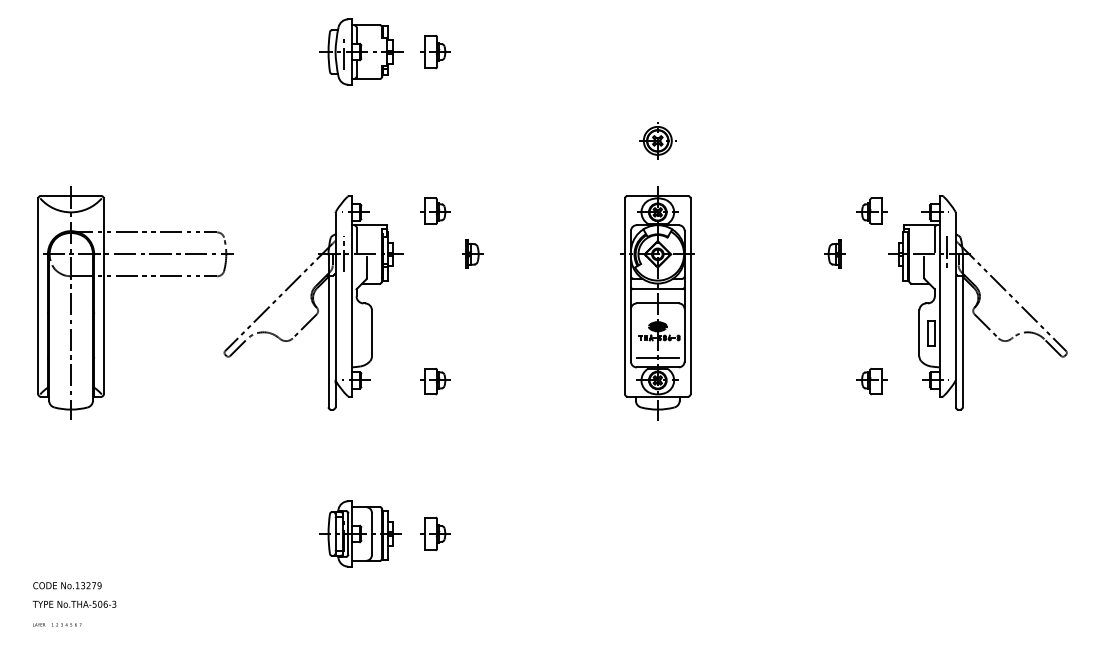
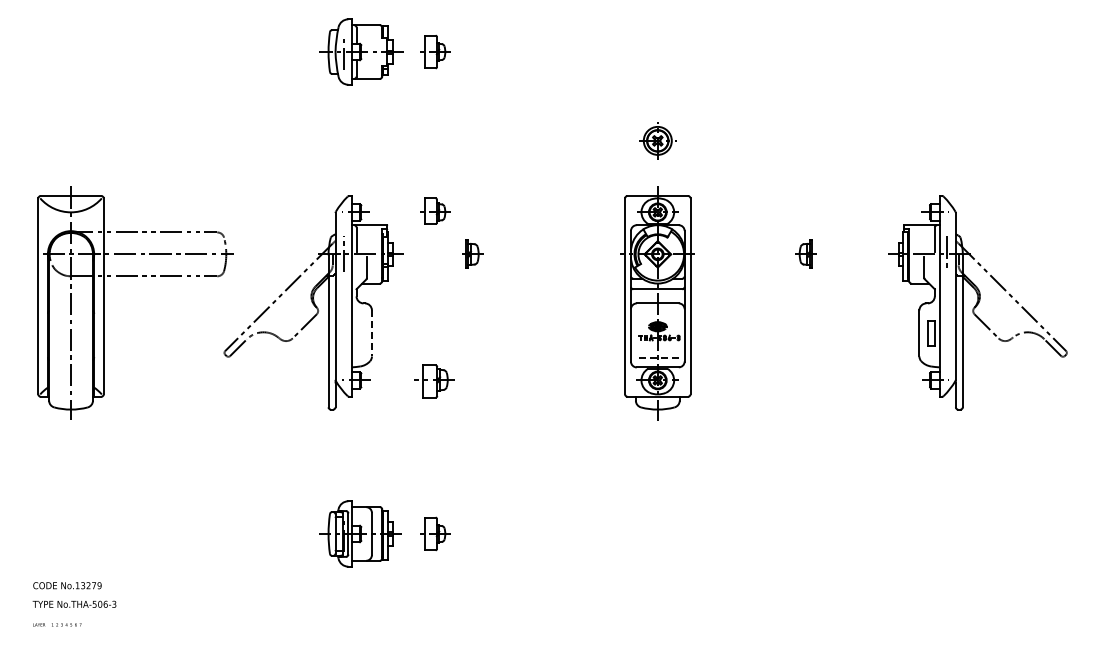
part at (871, 210): present -> none
part at (834, 253) position: (834, 253) -> (805, 253)
line at (371, 333): solid -> dashed
line at (657, 357): solid -> dashed
part at (435, 381) size: 31x28 px -> 41x35 px
part at (871, 381): present -> none
